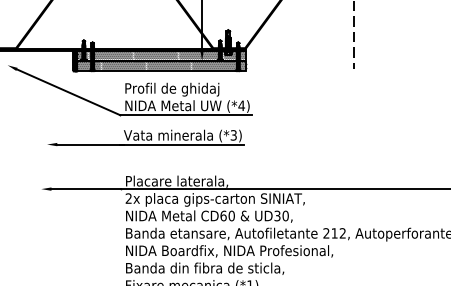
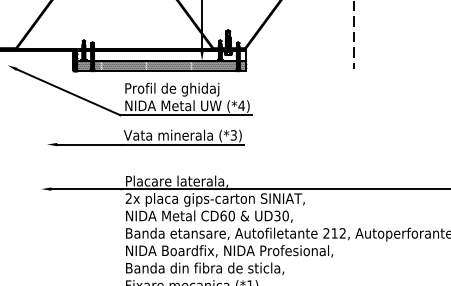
hatch at (160, 56): present -> none
